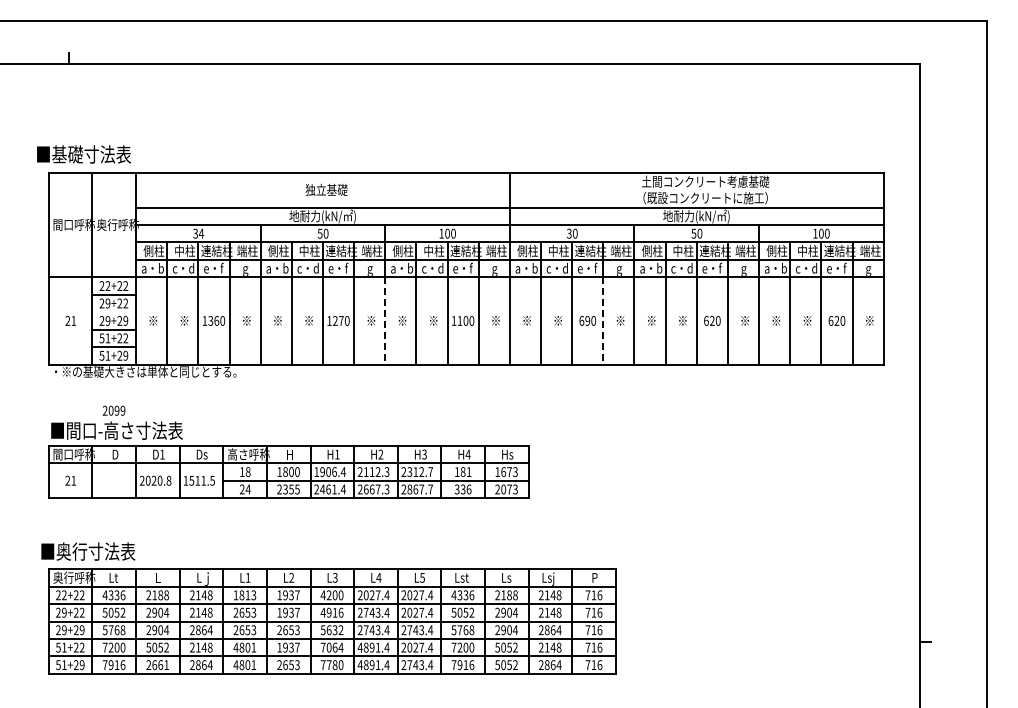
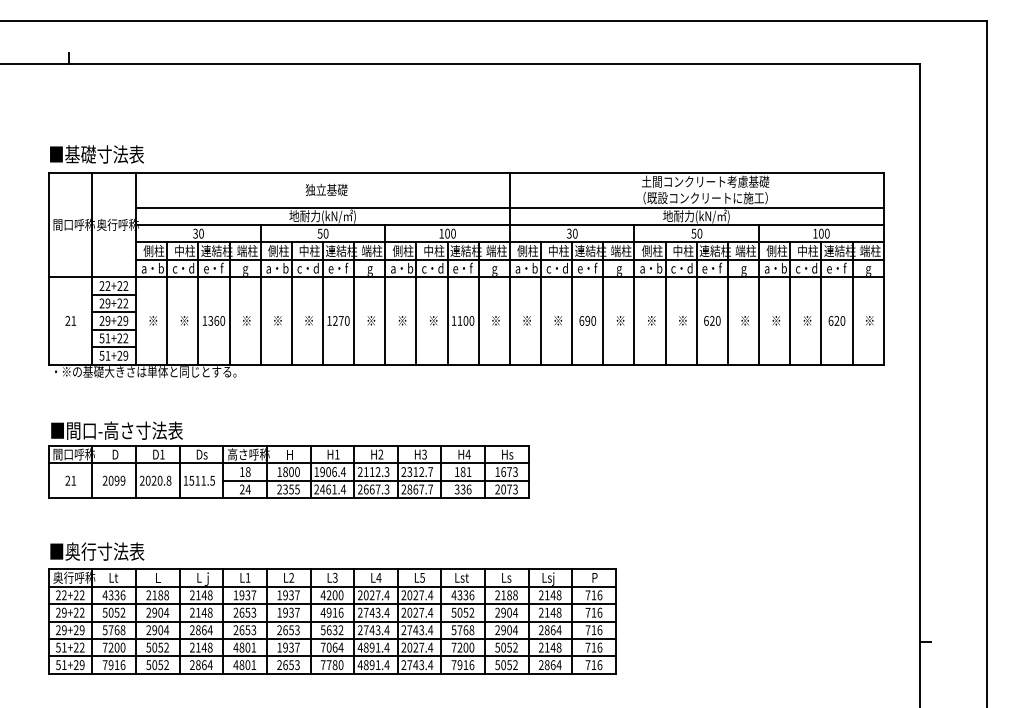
text at (83, 154) position: (83, 154) -> (96, 154)
text at (201, 233): 34 -> 30
line at (114, 312): none -> present
line at (385, 320): dashed -> solid
line at (603, 320): dashed -> solid
text at (113, 410) position: (113, 410) -> (113, 480)
text at (88, 551) position: (88, 551) -> (97, 551)
text at (247, 595): 1813 -> 1937
text at (157, 665): 2661 -> 5052
